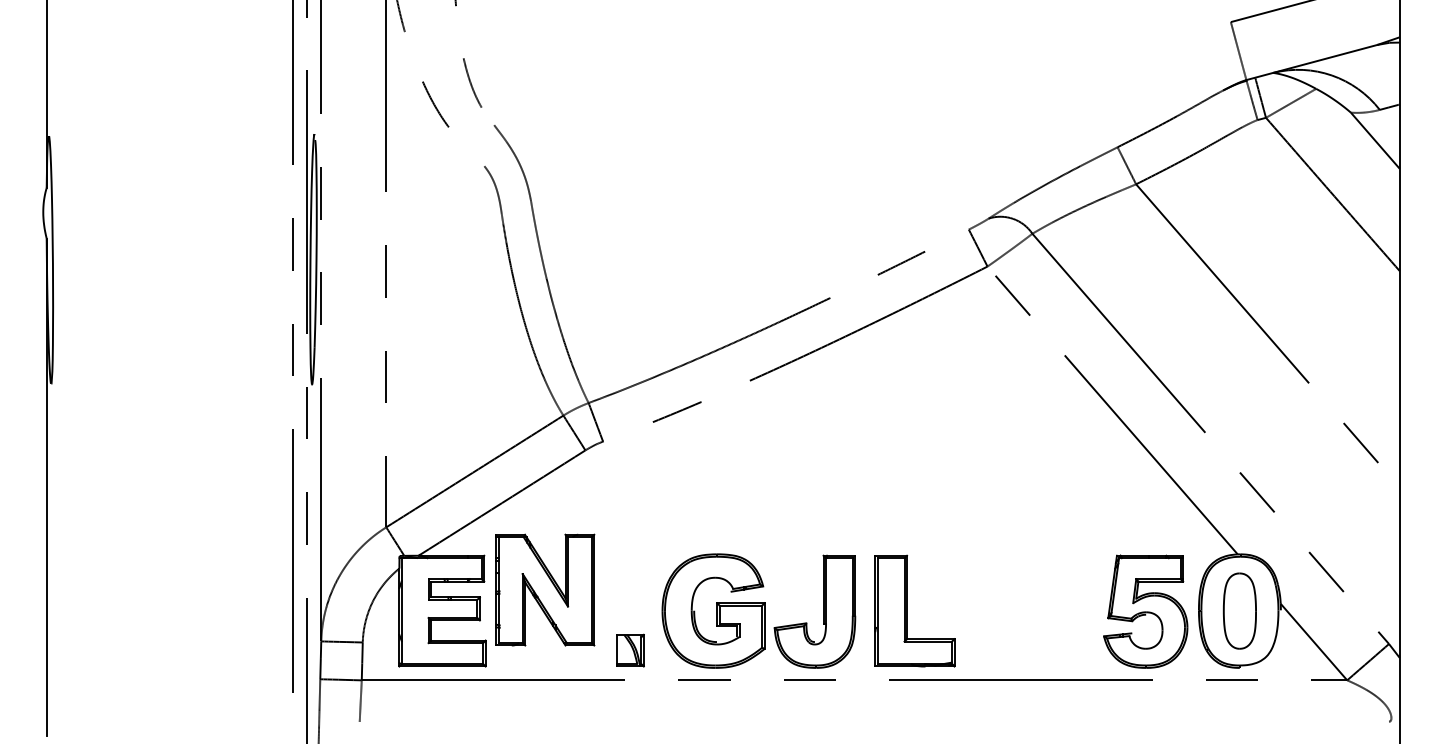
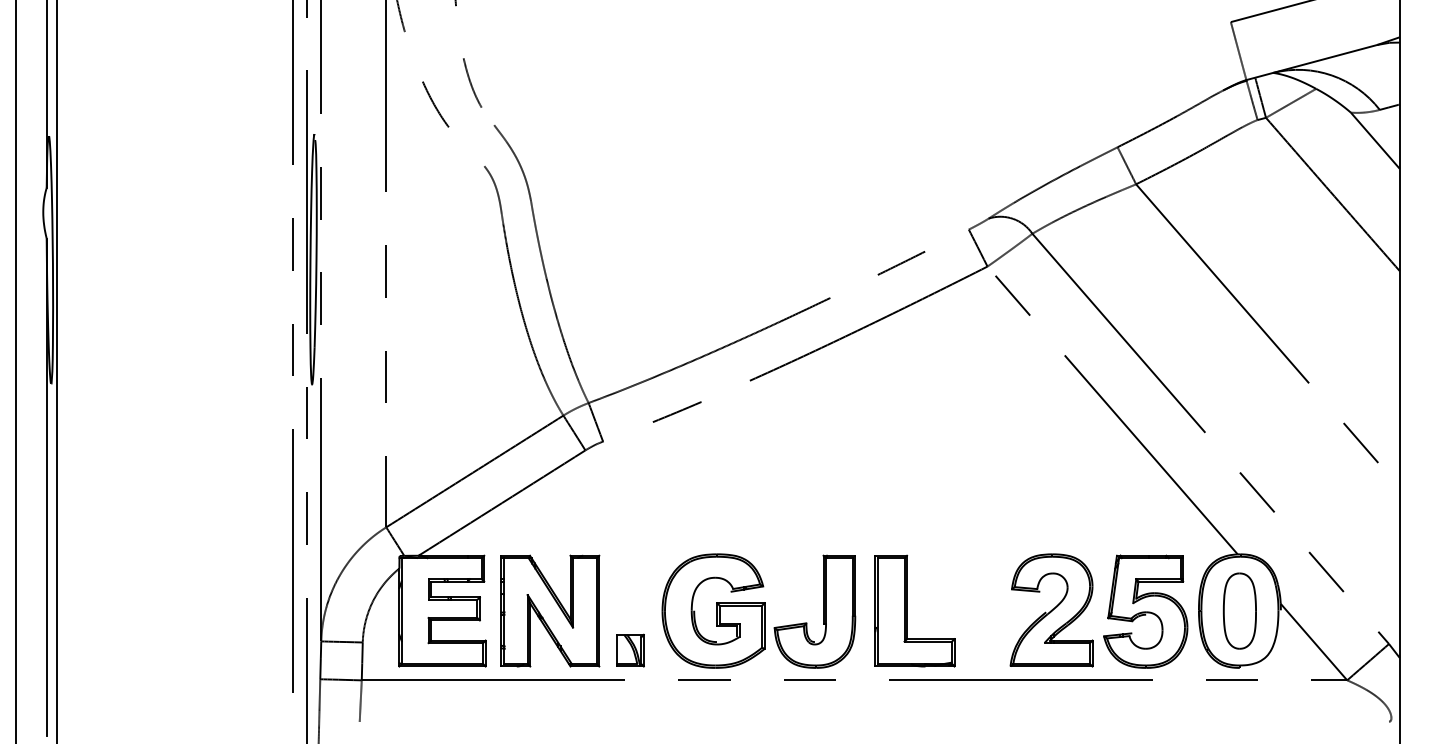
line at (15, 371): none -> present
line at (57, 371): none -> present
part at (545, 589) position: (545, 589) -> (550, 610)
part at (1051, 610): none -> present
